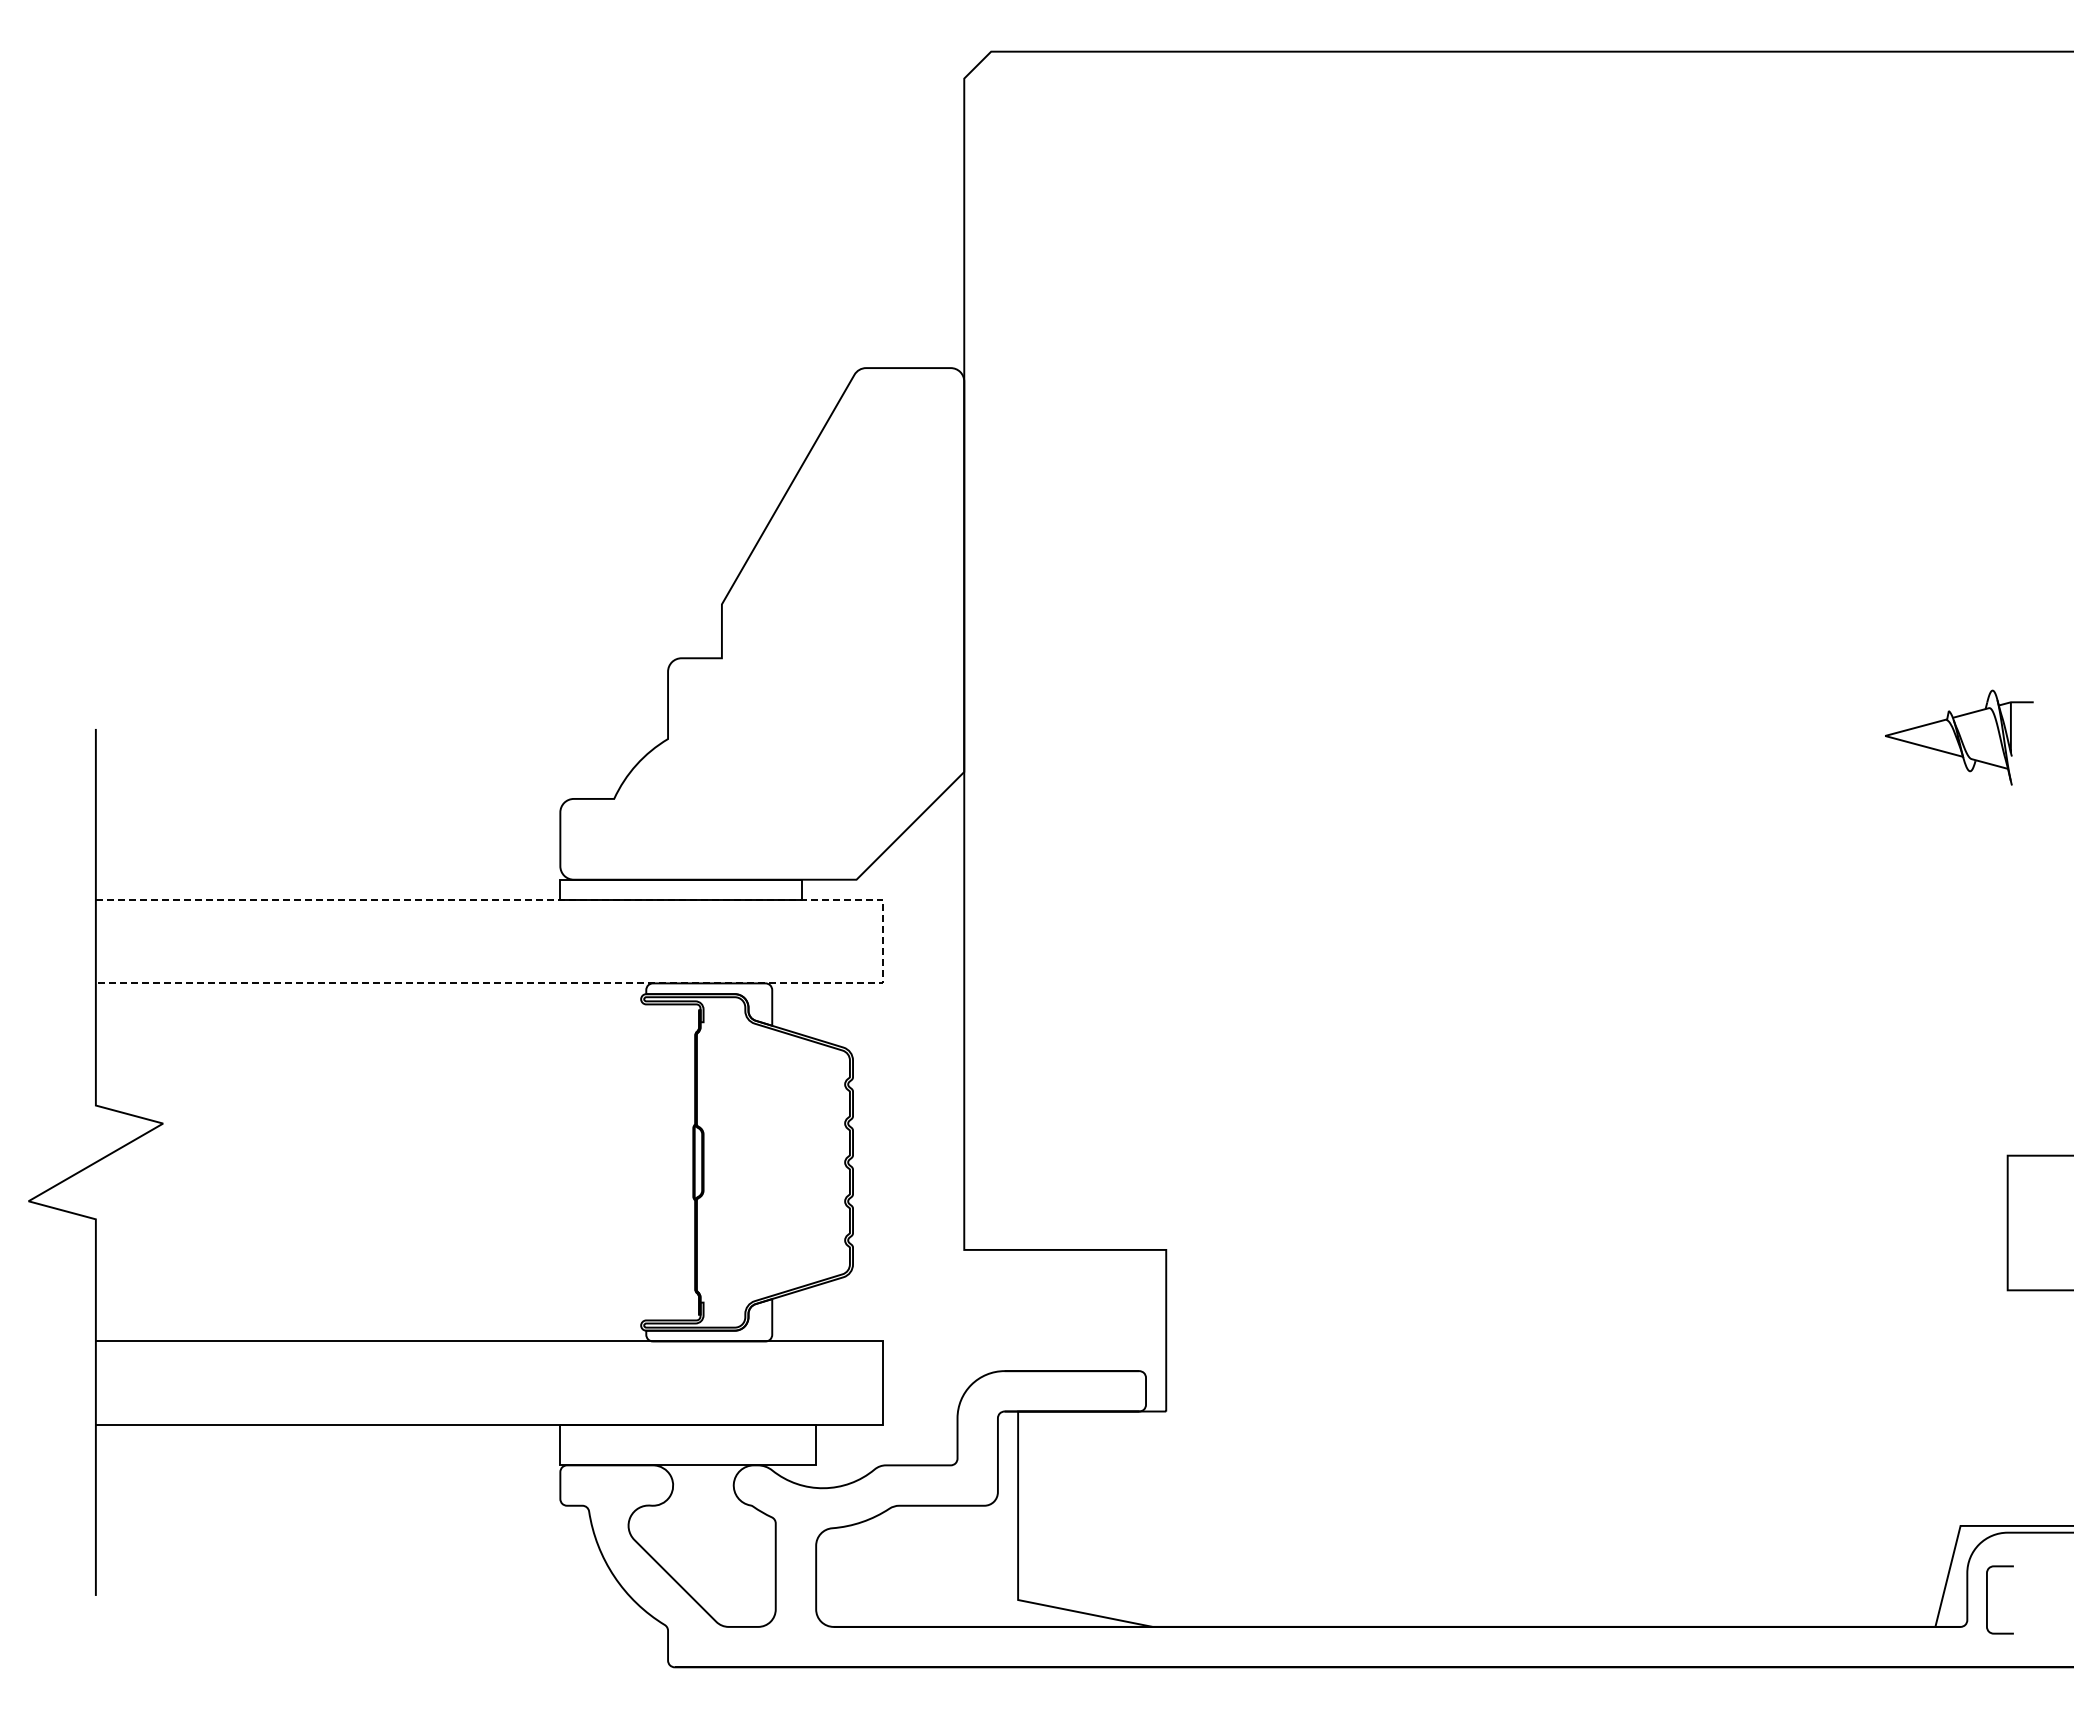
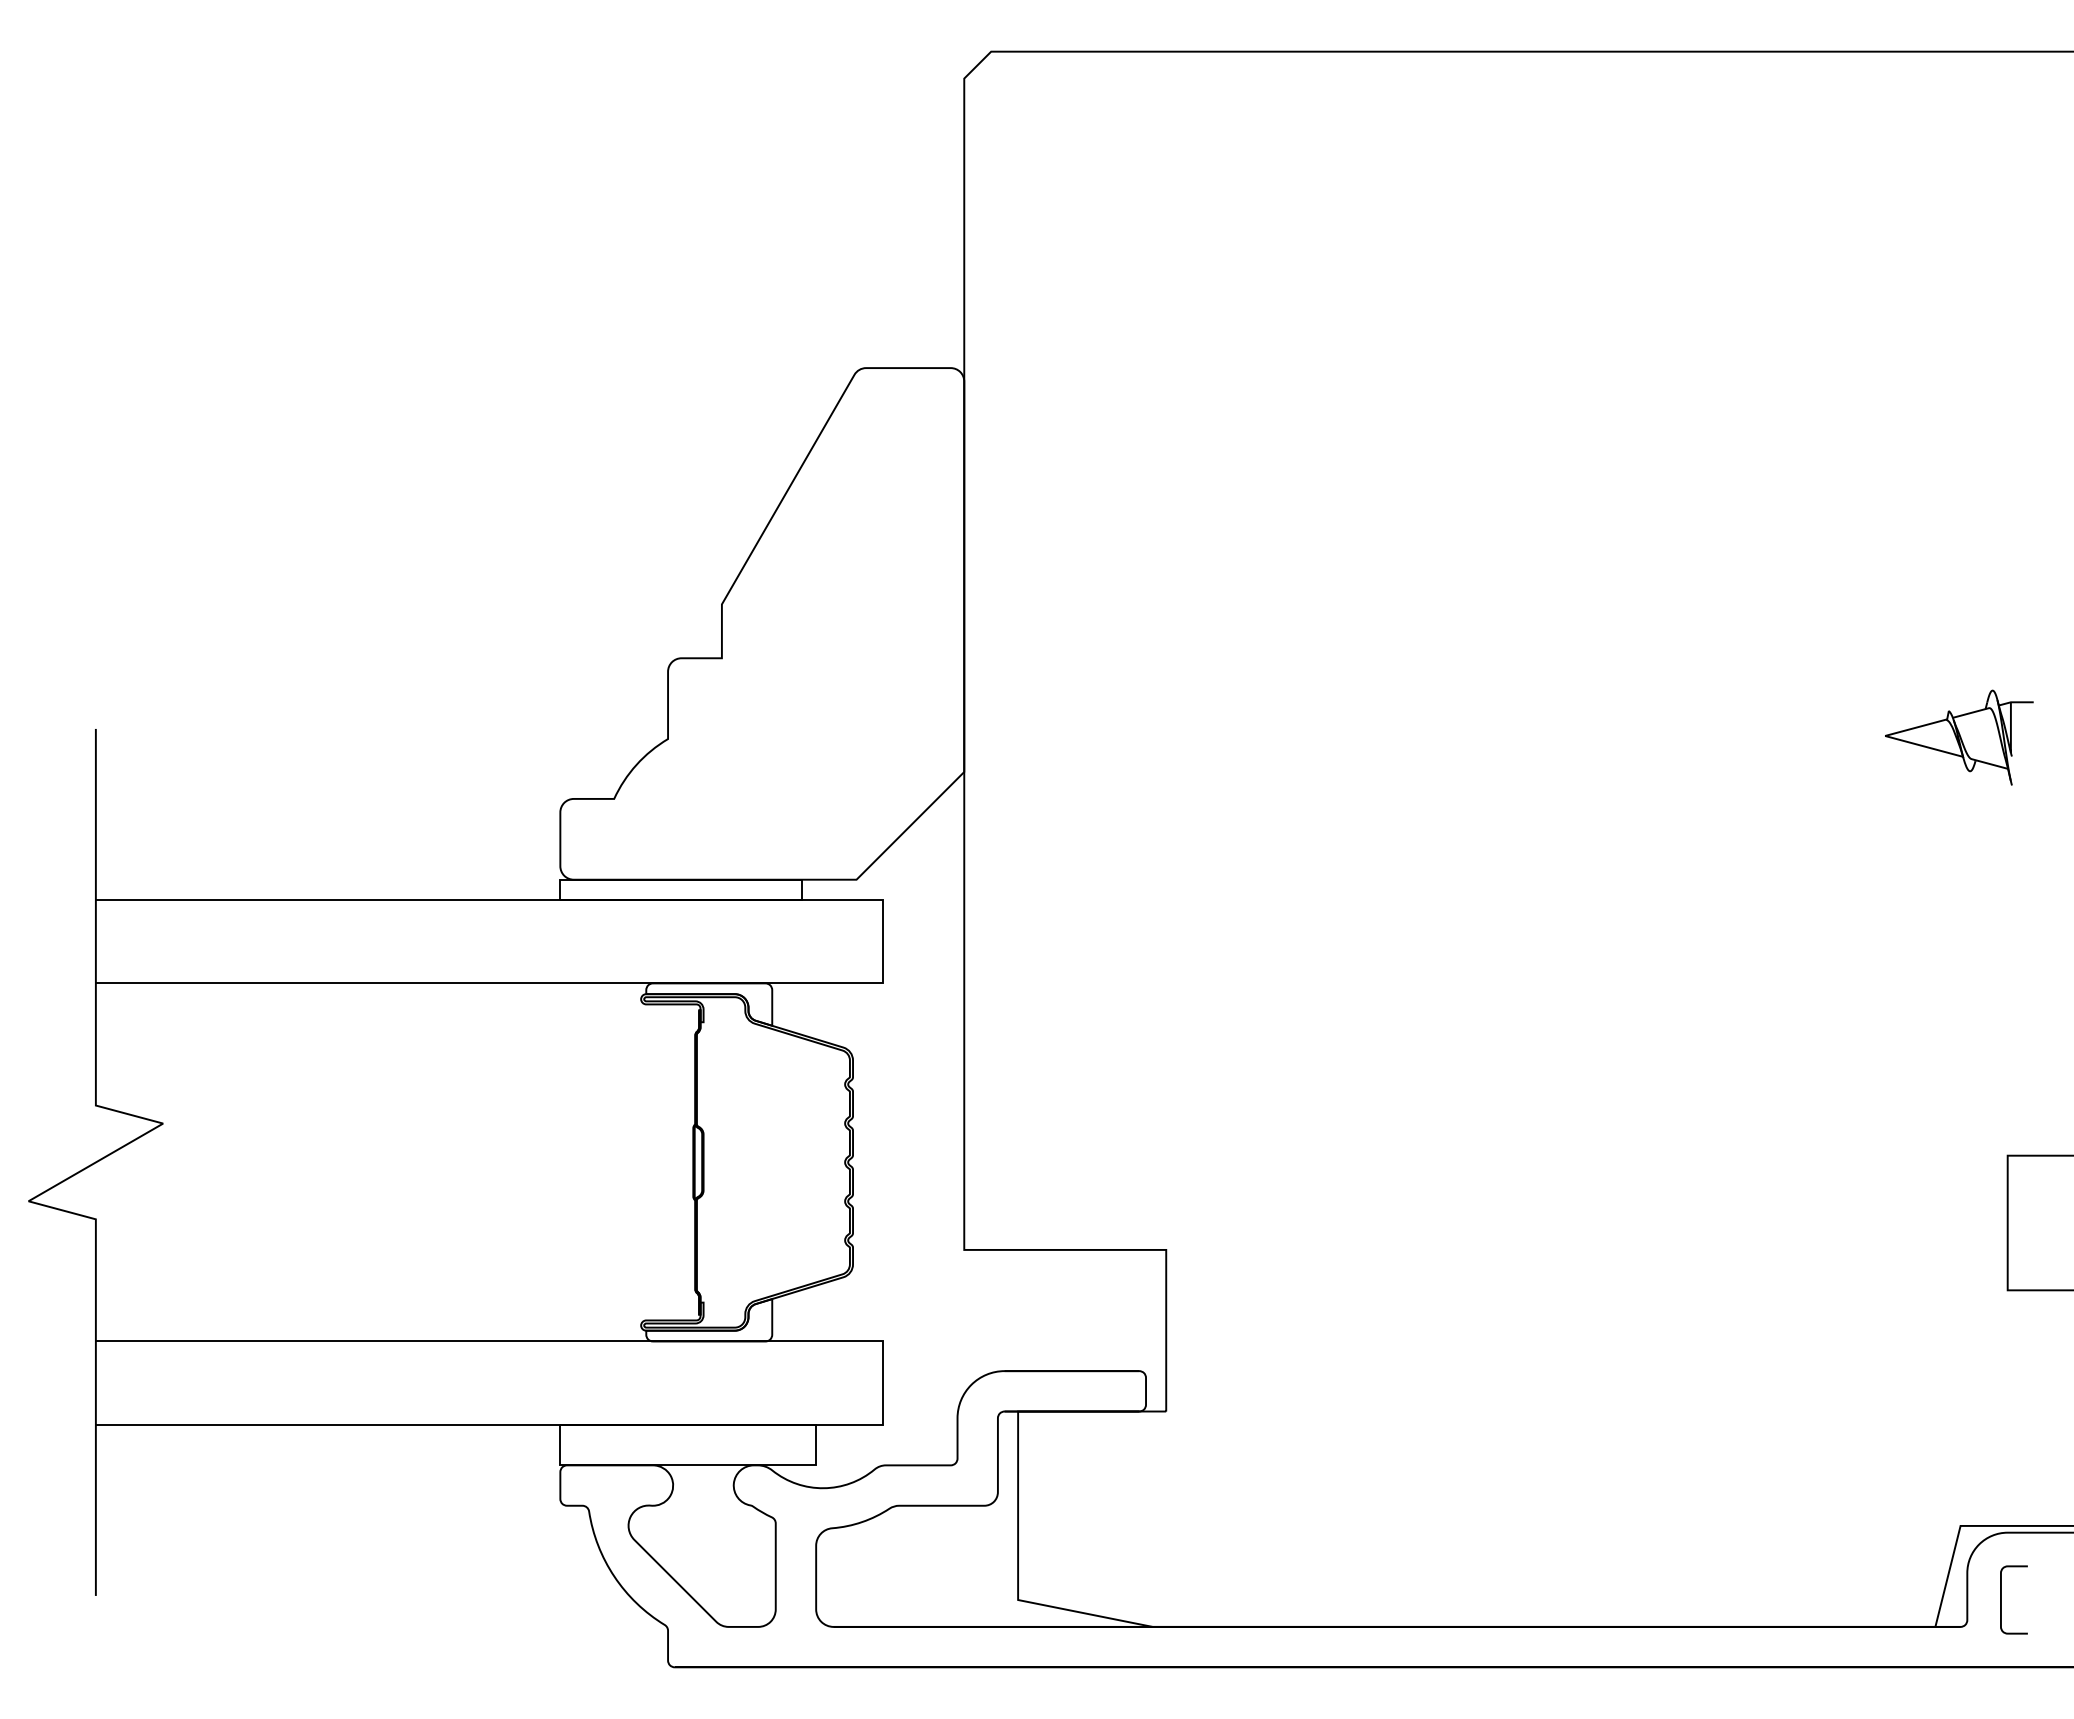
line at (883, 941): dashed -> solid
curve at (1987, 1599) position: (1987, 1599) -> (2001, 1599)
